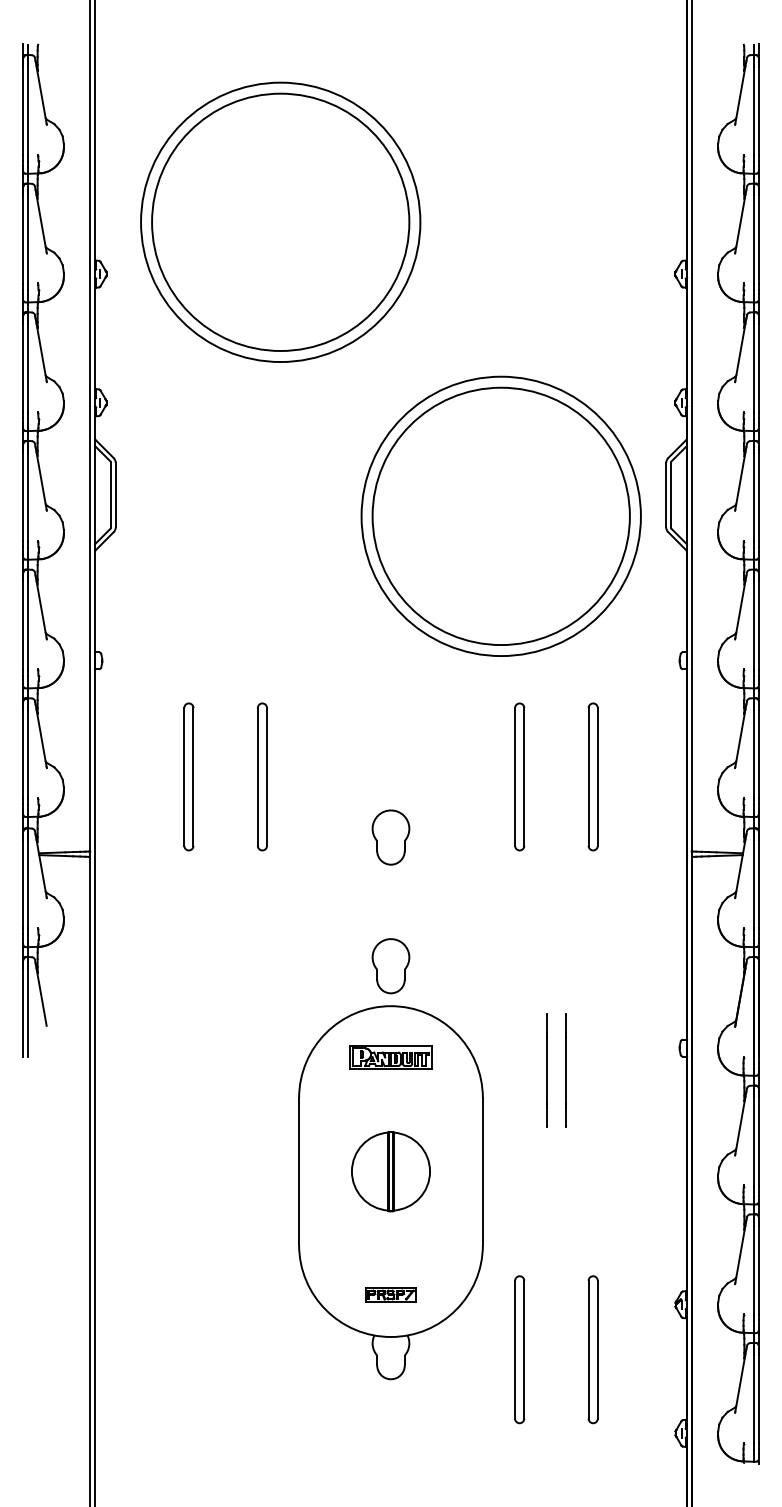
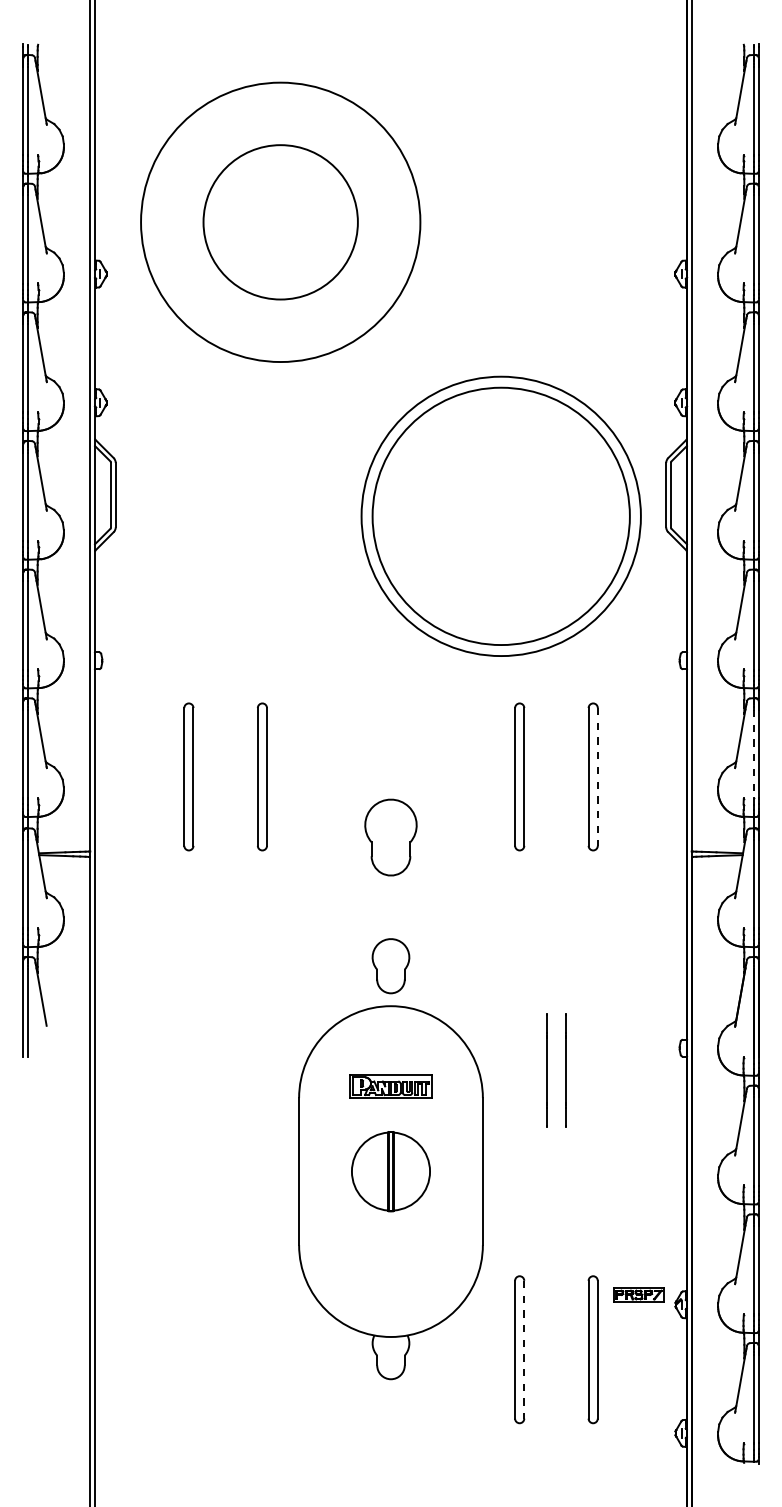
circle at (280, 221) diameter: 257 px -> 154 px
line at (754, 754): solid -> dashed
line at (597, 776): solid -> dashed
part at (390, 837) size: 40x57 px -> 54x79 px
part at (390, 1057) position: (390, 1057) -> (390, 1086)
part at (390, 1294) position: (390, 1294) -> (638, 1294)
line at (524, 1349): solid -> dashed
